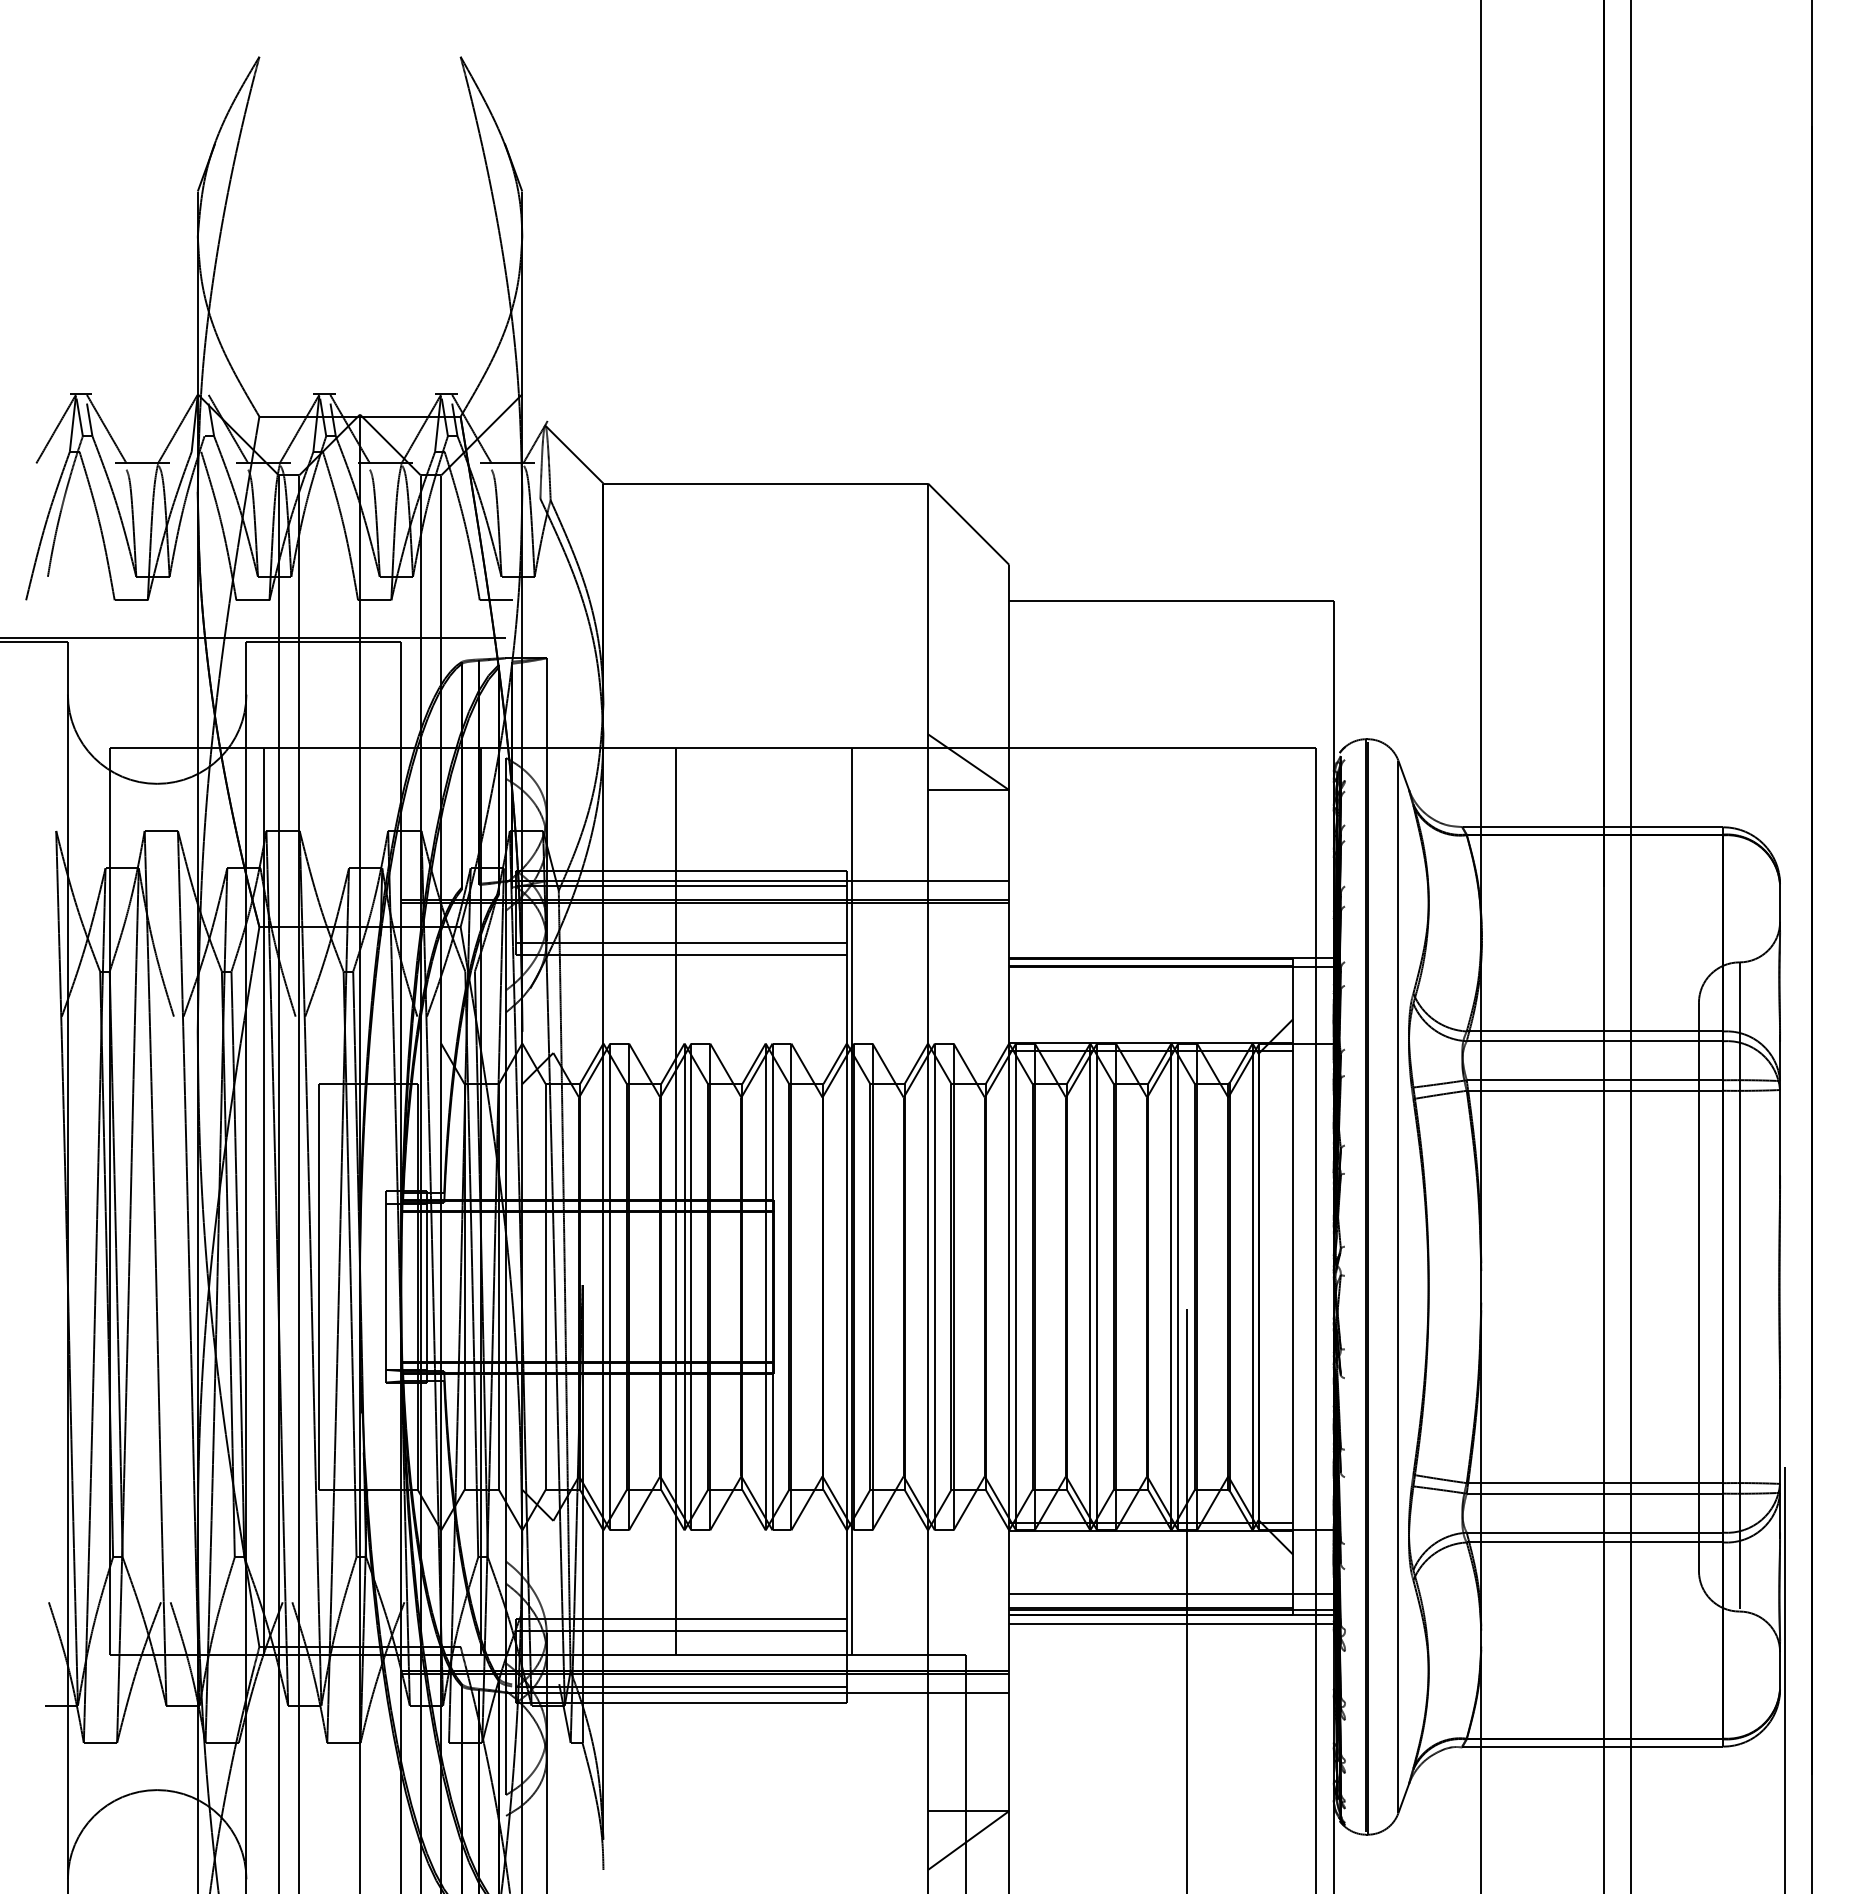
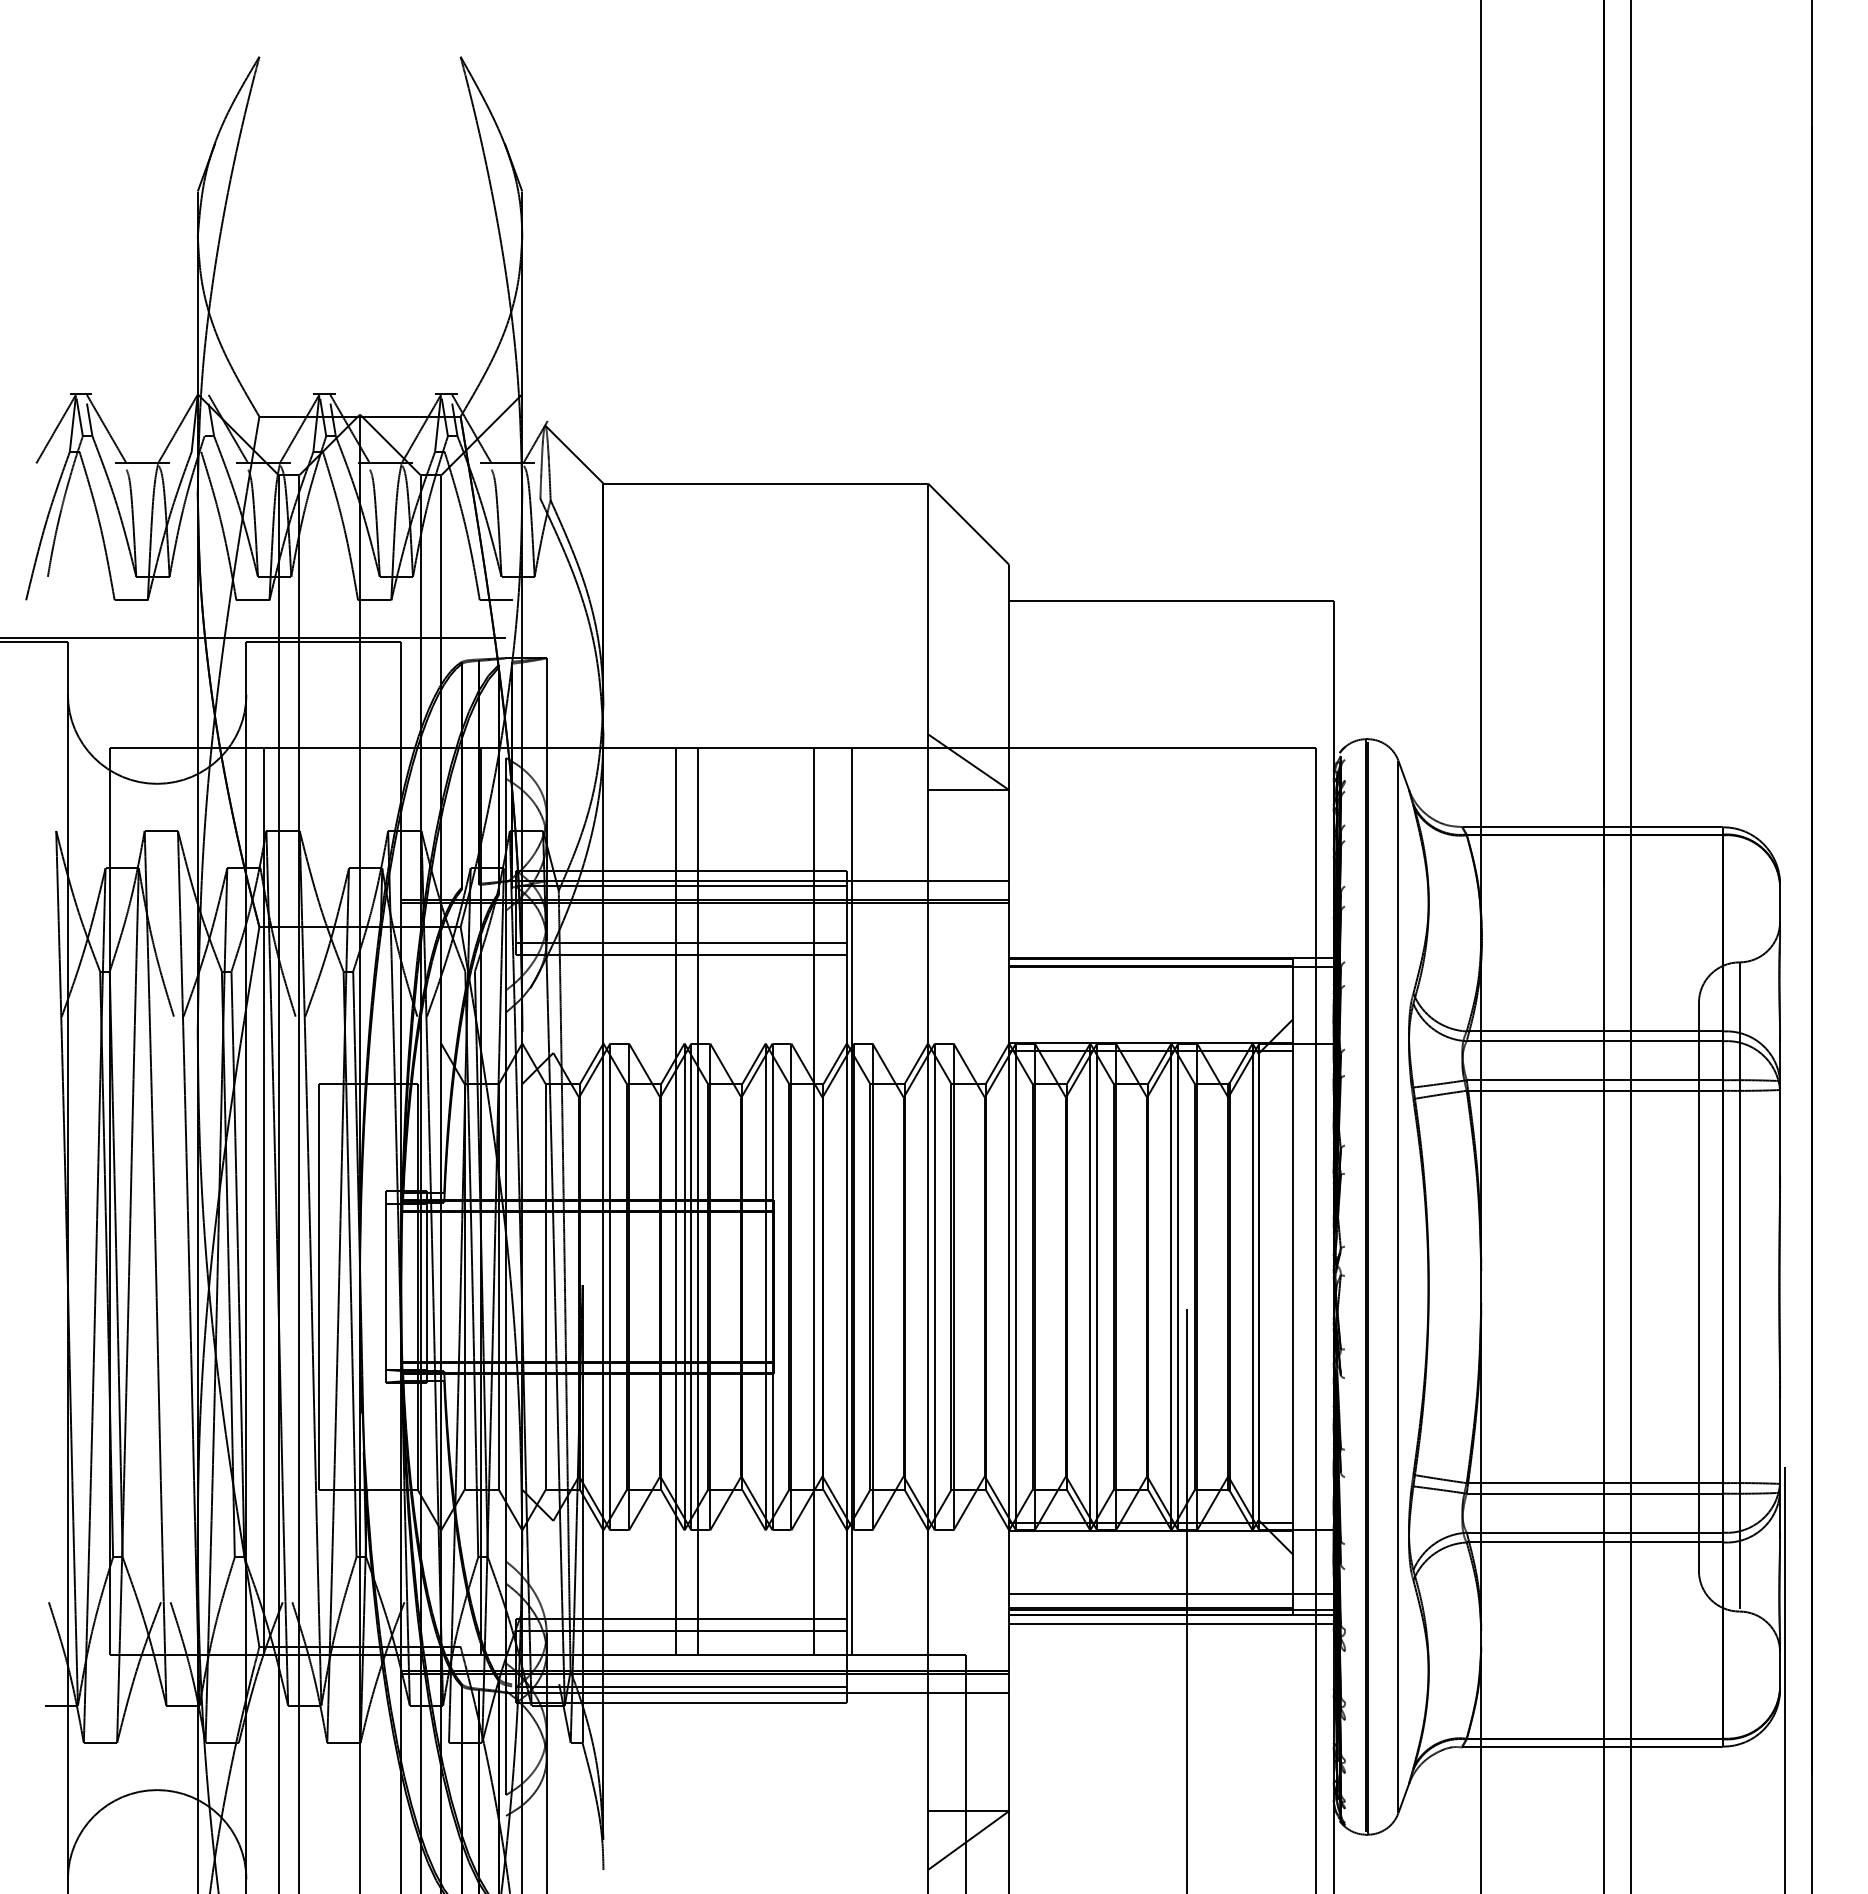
line at (698, 1201): none -> present
line at (813, 1201): none -> present
